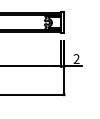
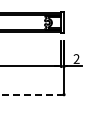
line at (30, 94): solid -> dashed
